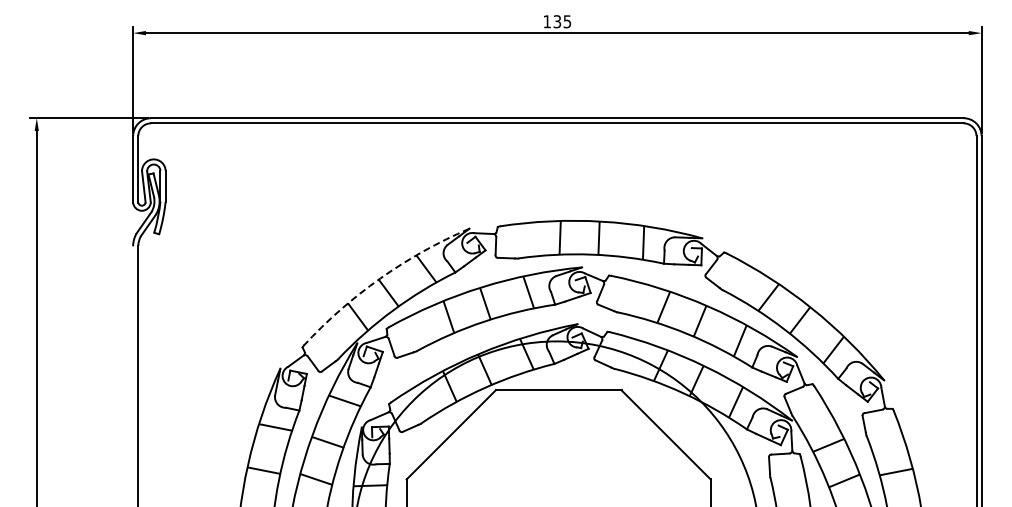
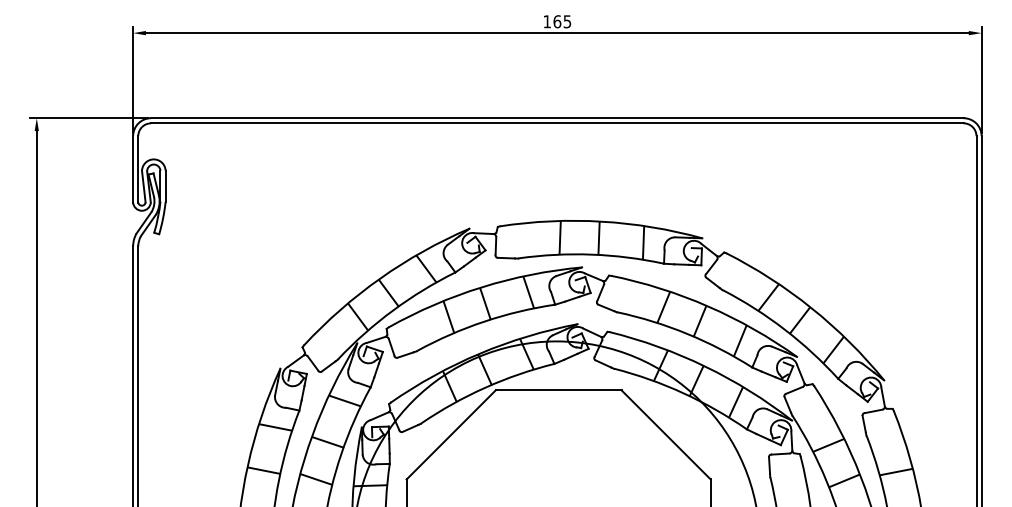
text at (557, 21): 135 -> 165
arc at (380, 278): dashed -> solid
line at (133, 374): none -> present
